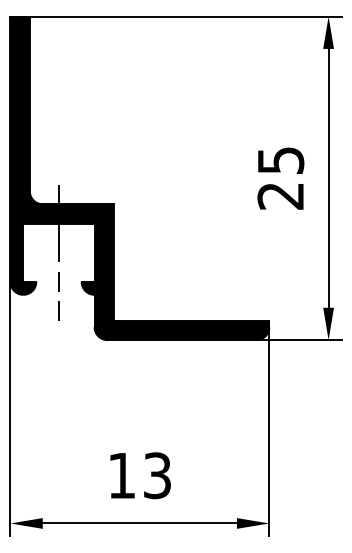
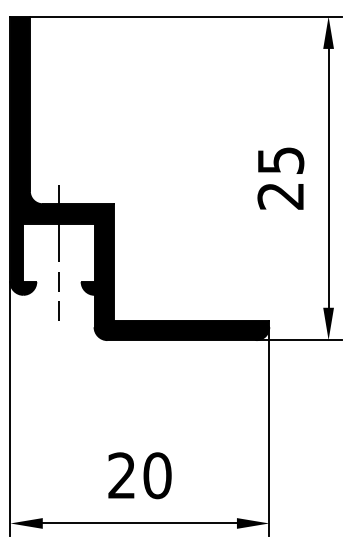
text at (139, 475): 13 -> 20
